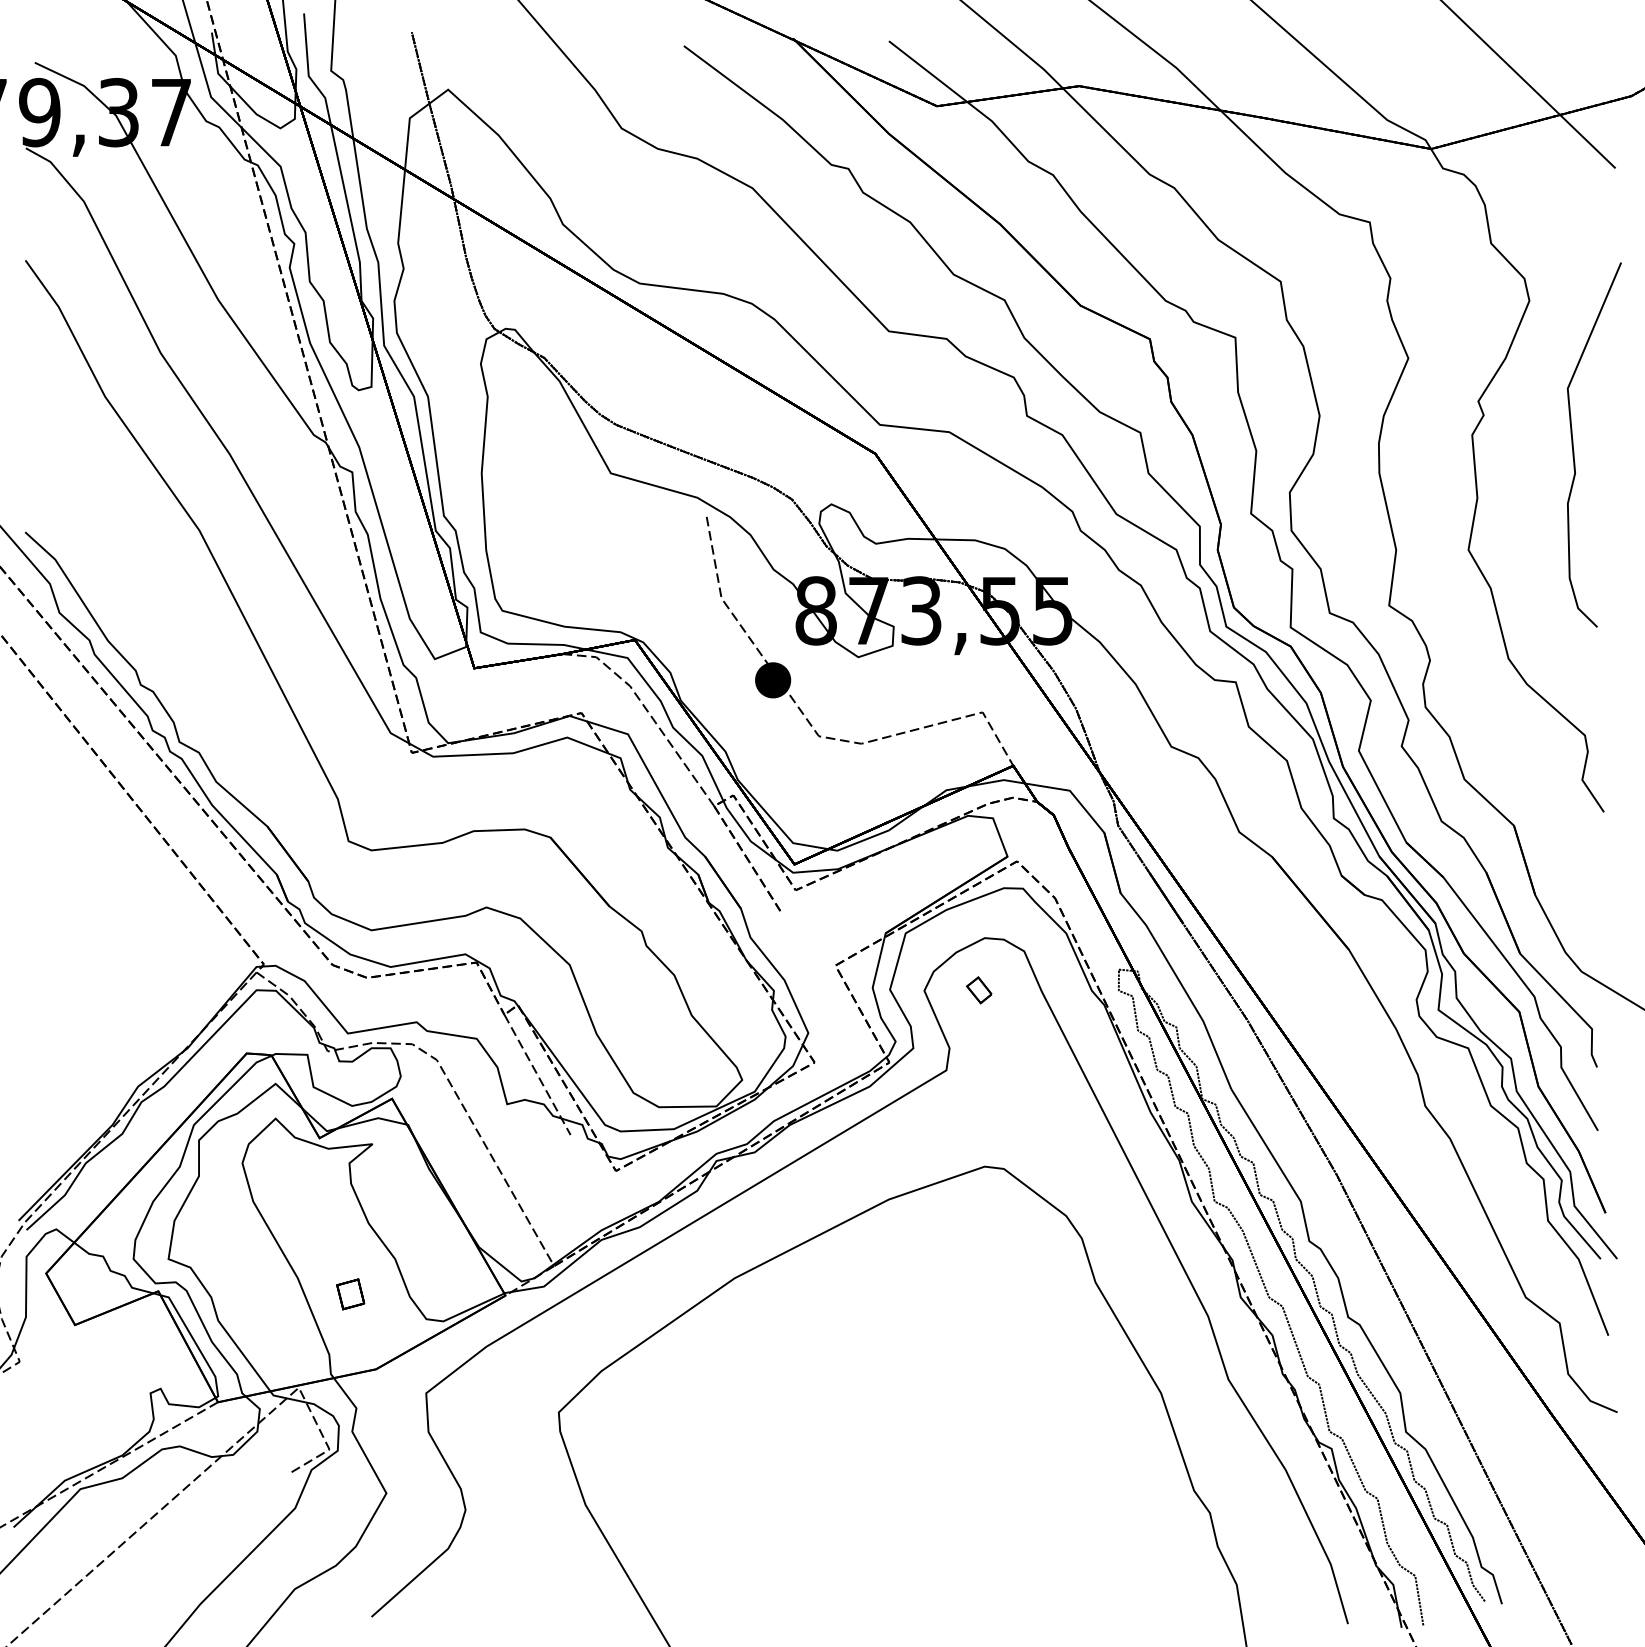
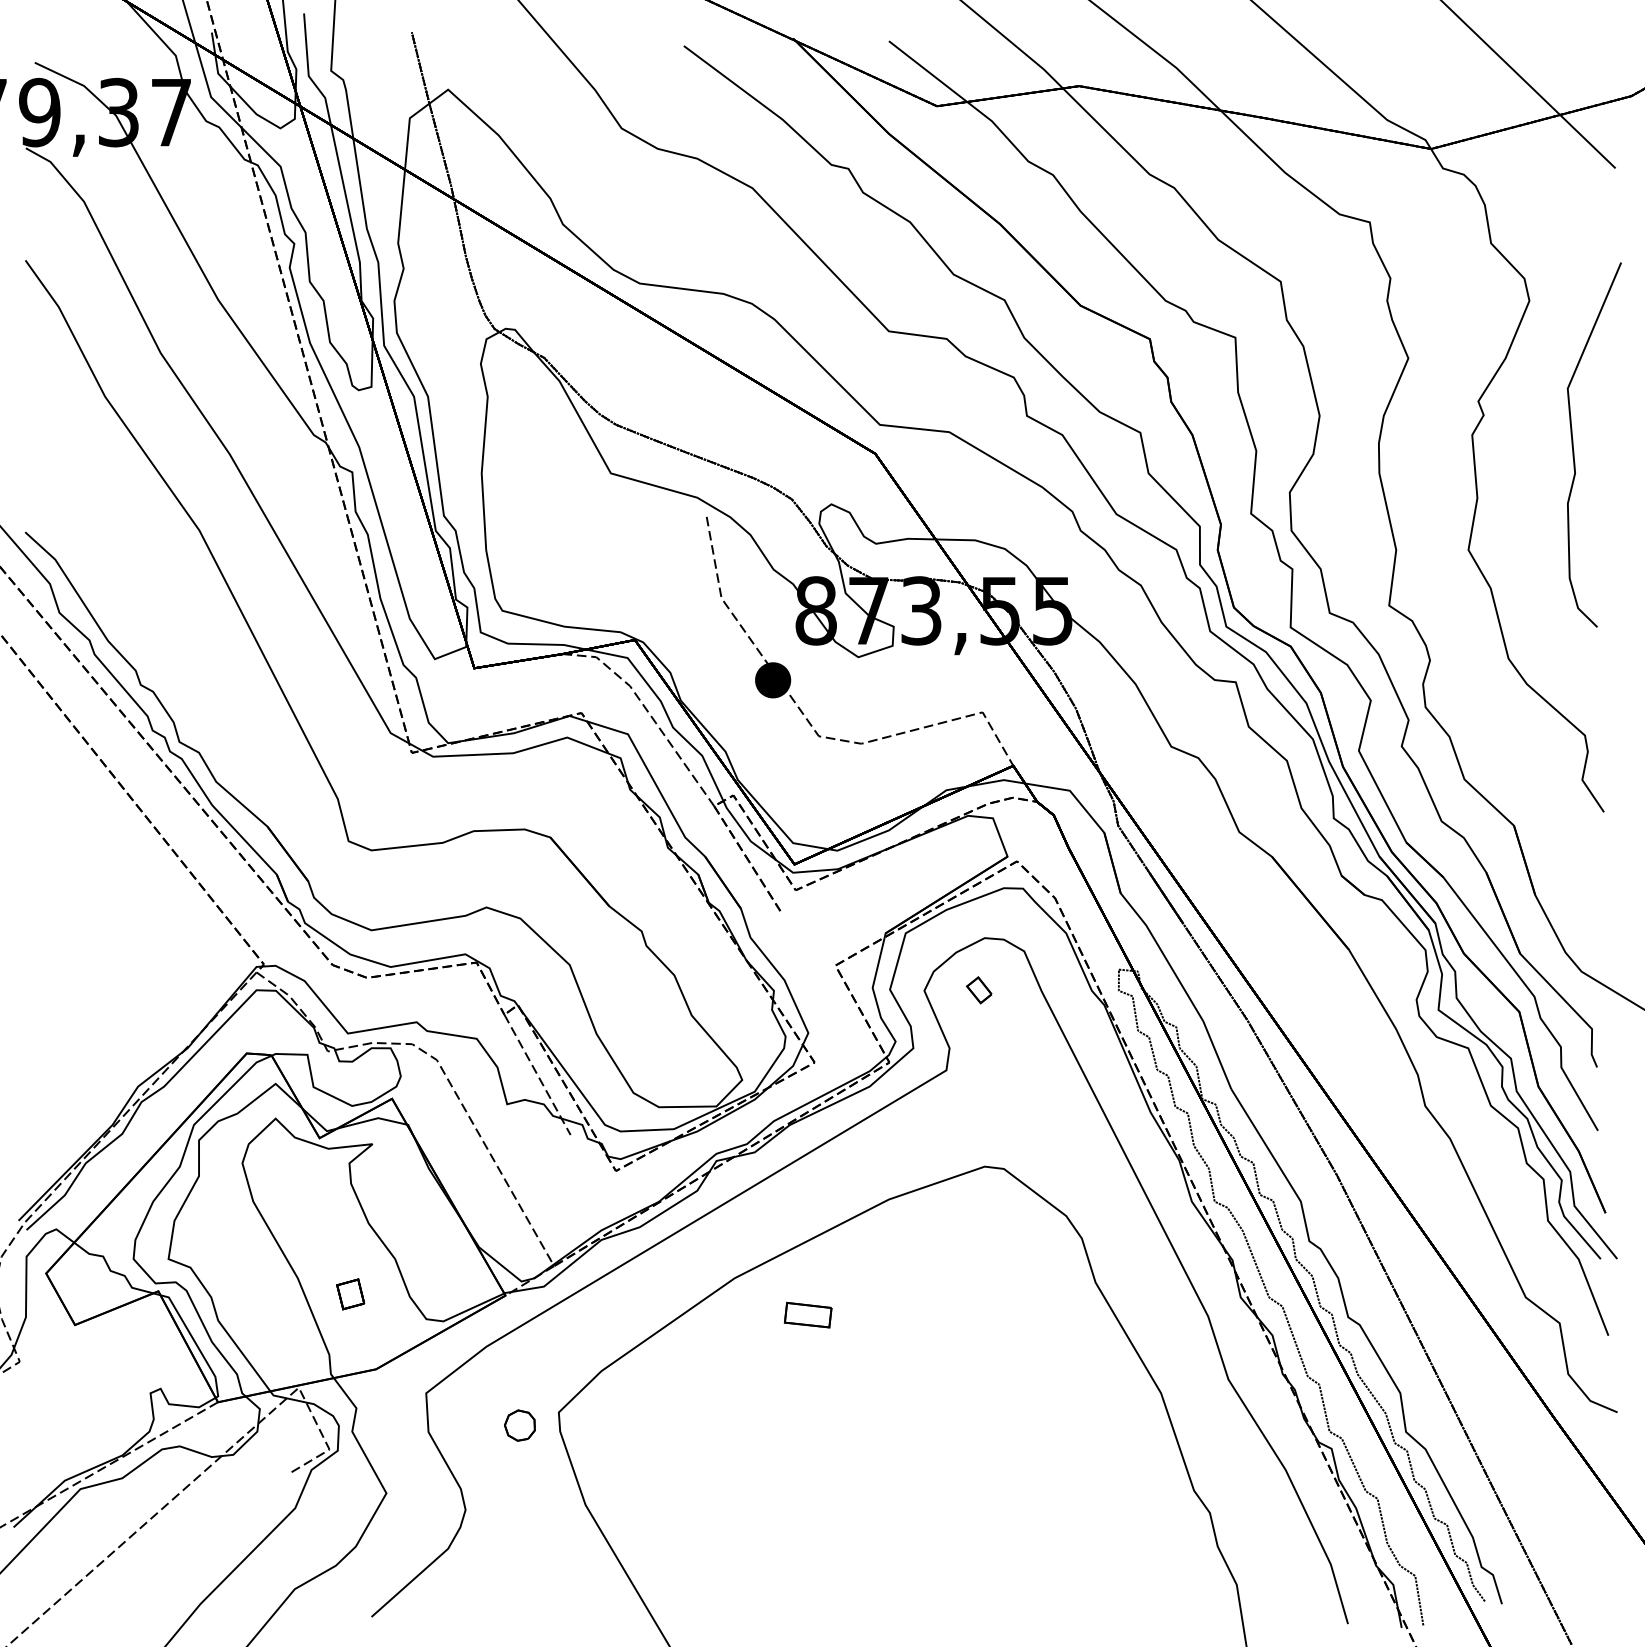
part at (807, 1314): none -> present
part at (519, 1425): none -> present
